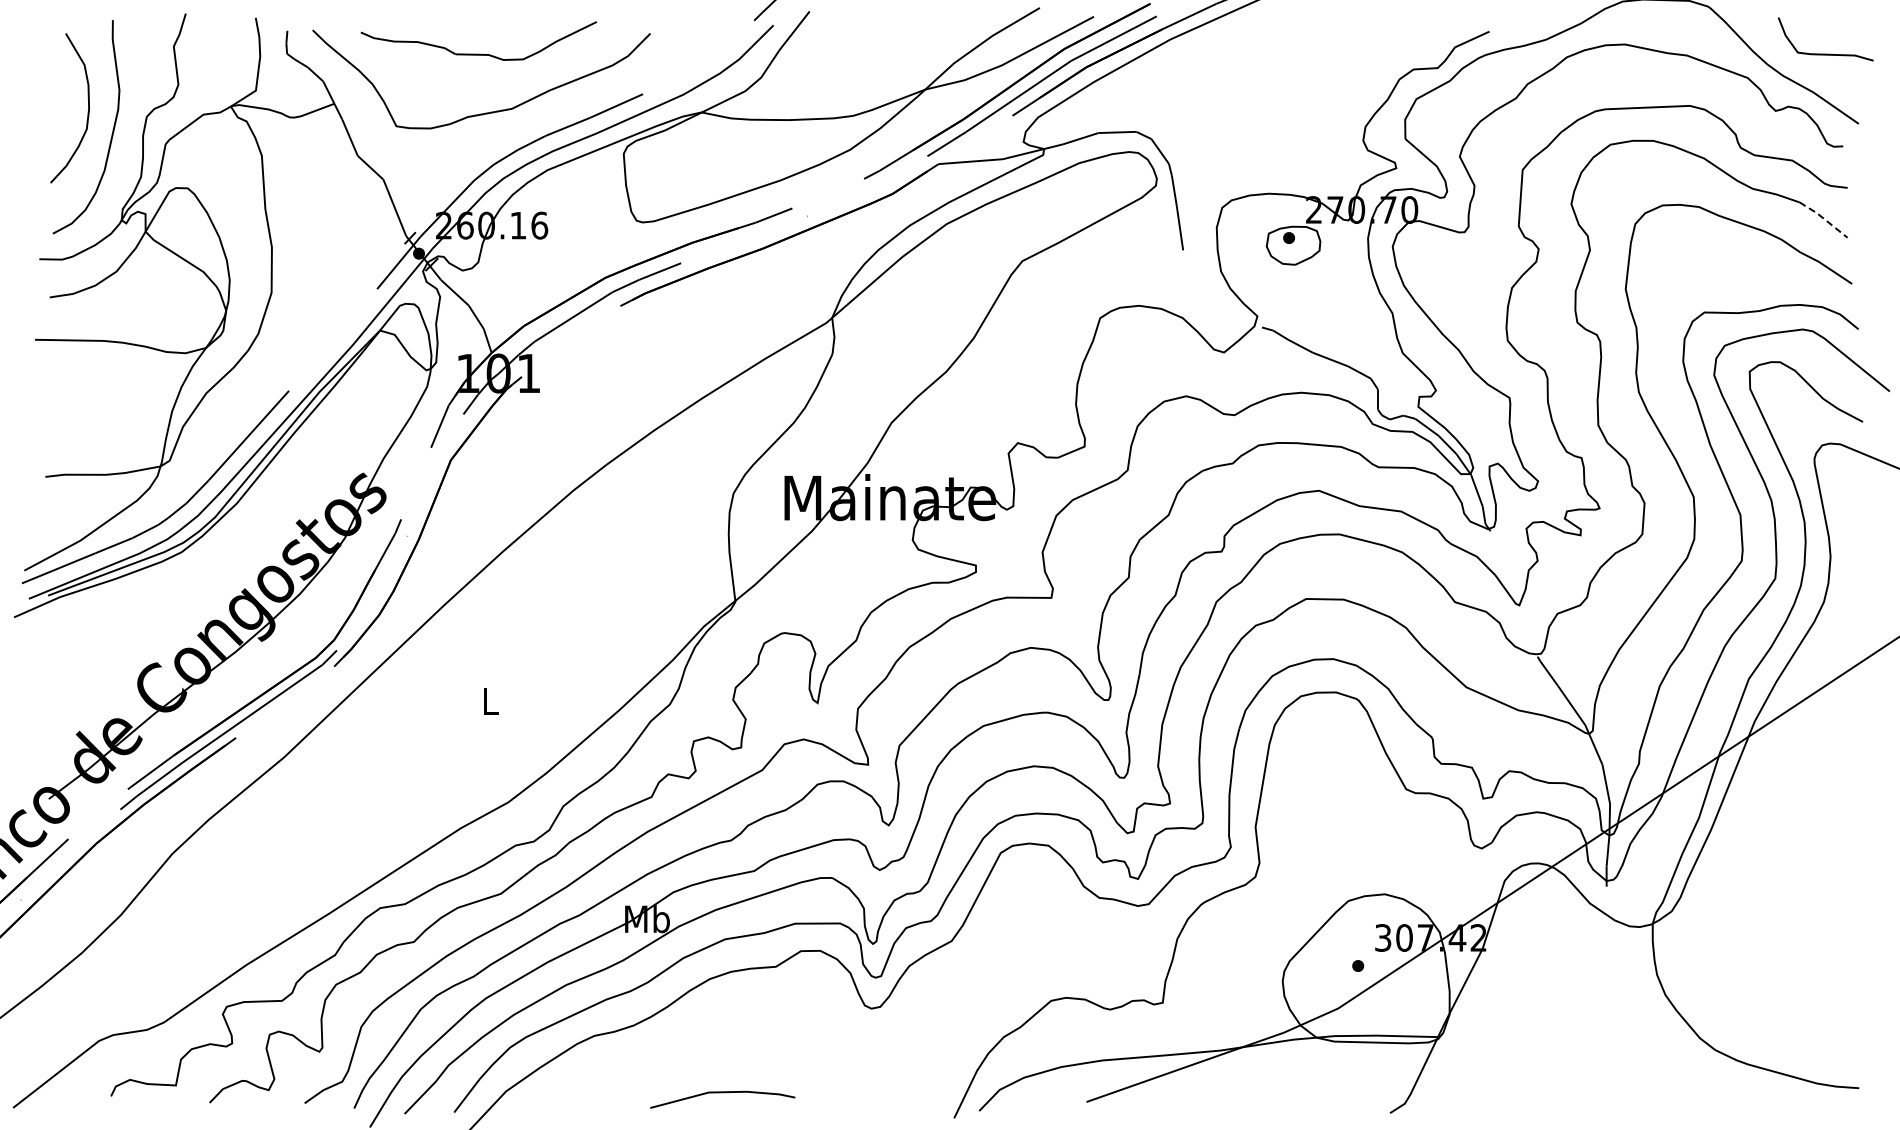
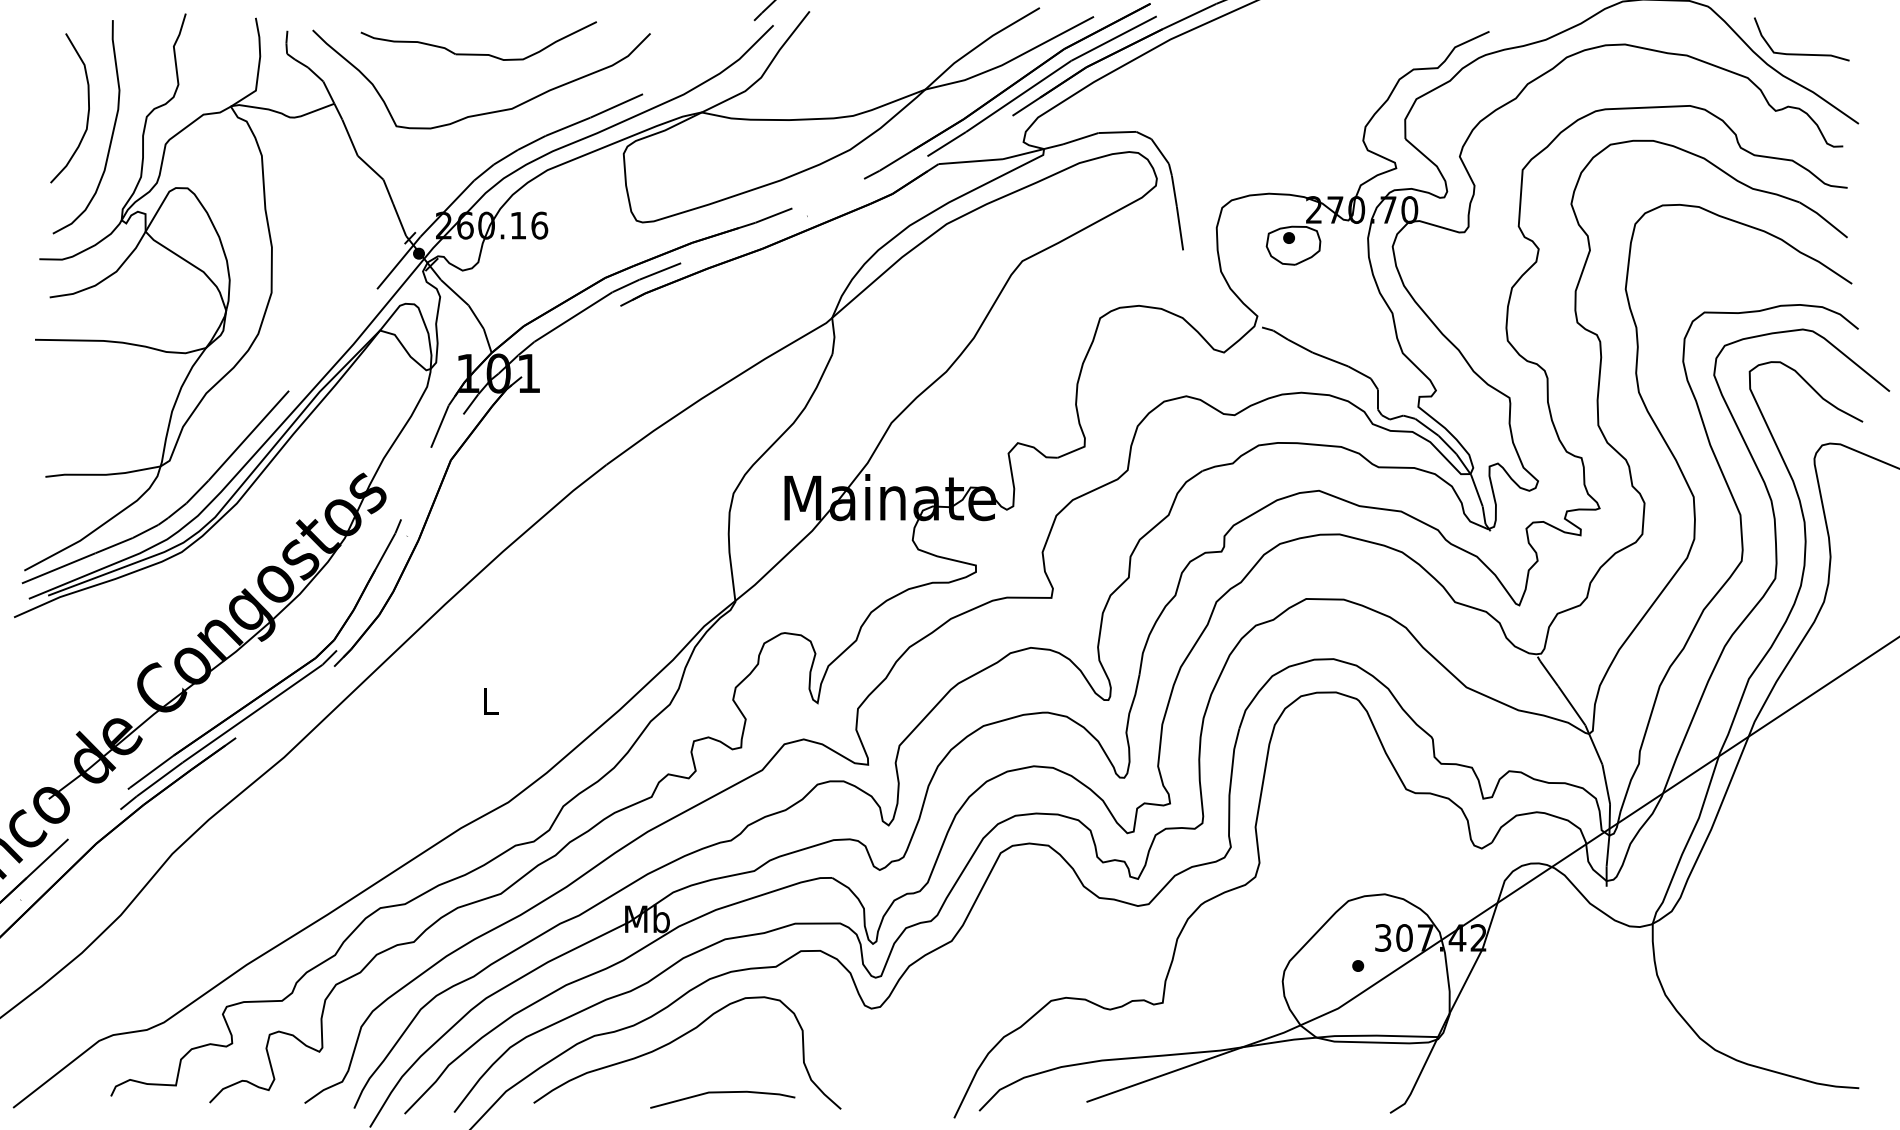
curve at (1825, 53) position: (1825, 53) -> (1801, 53)
line at (1823, 218): dashed -> solid
curve at (678, 1039): none -> present
